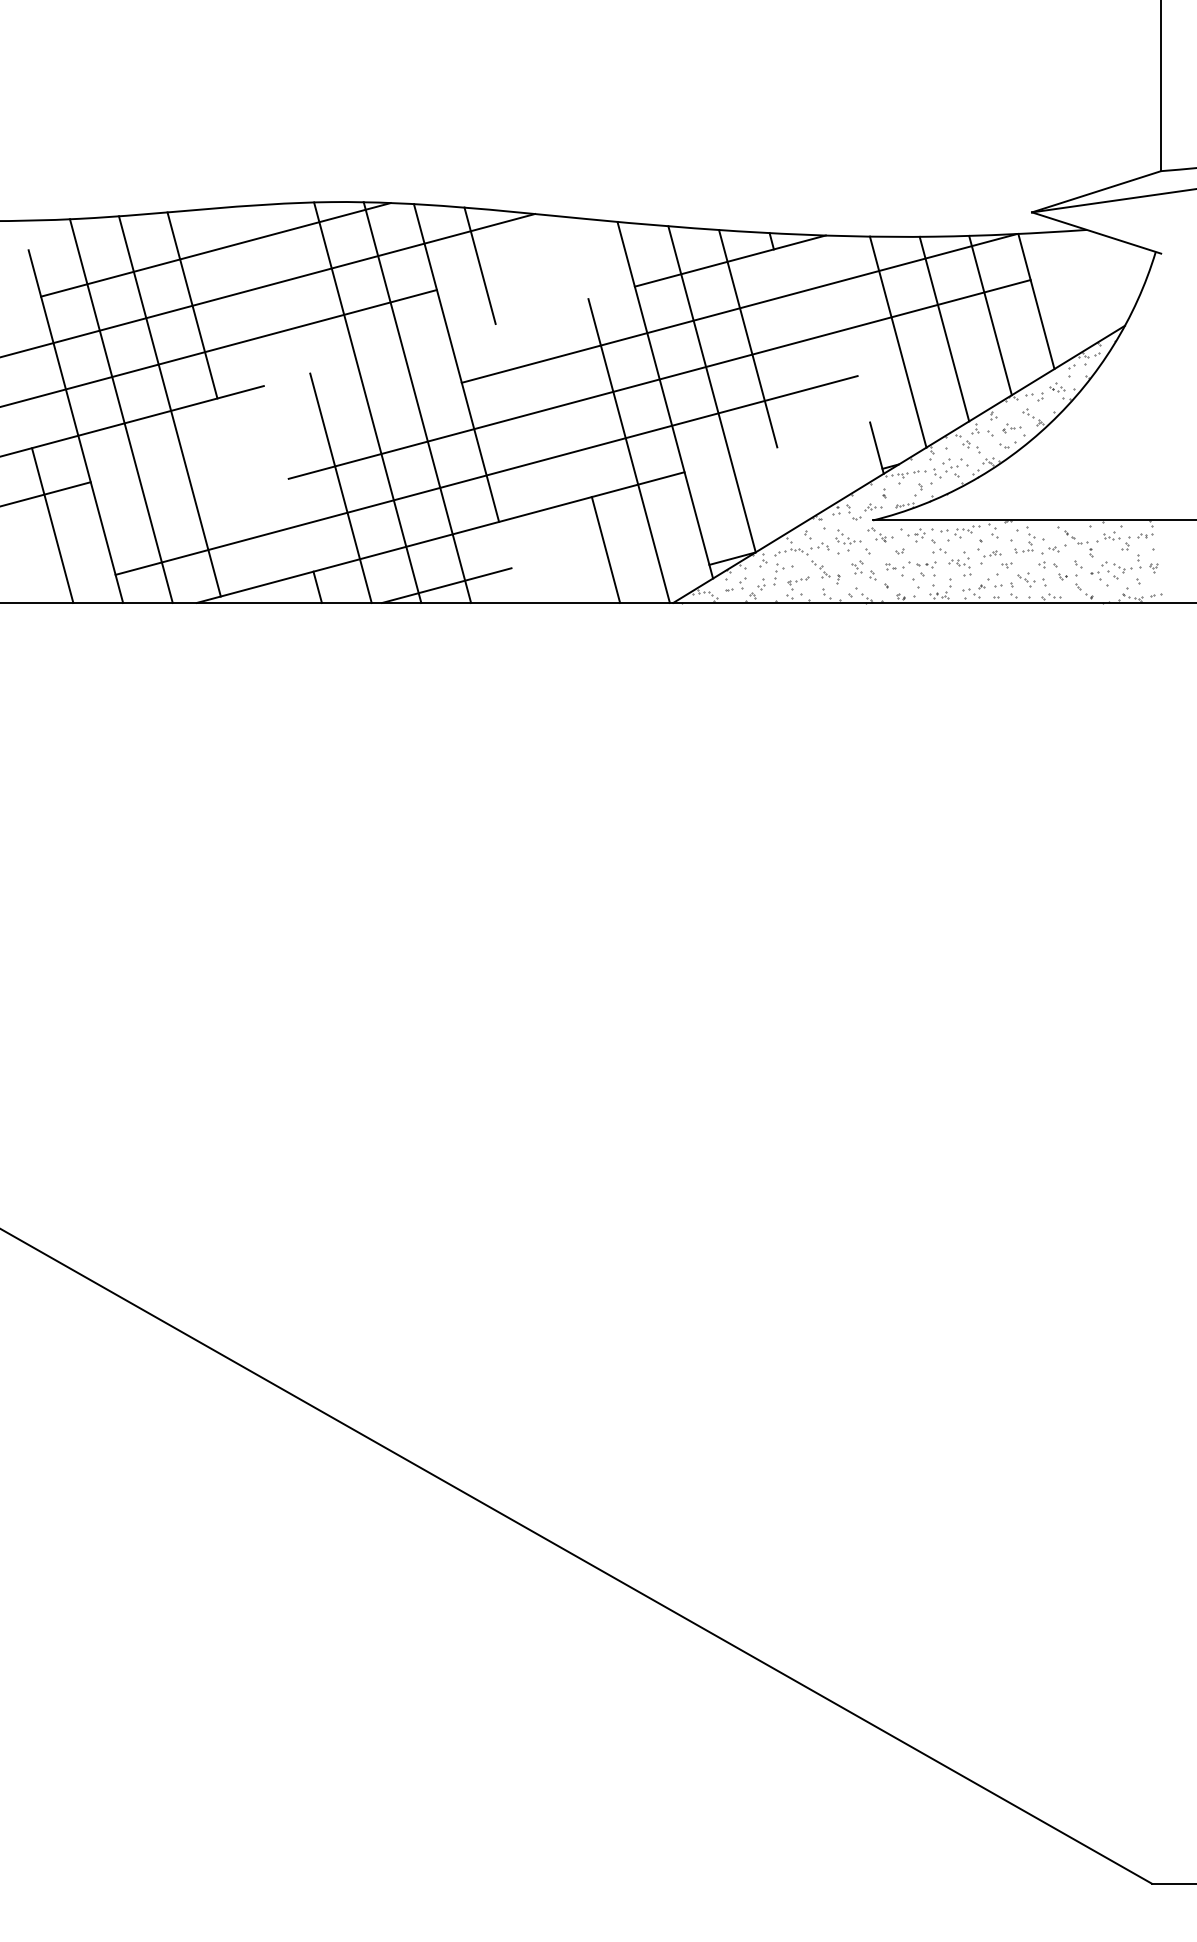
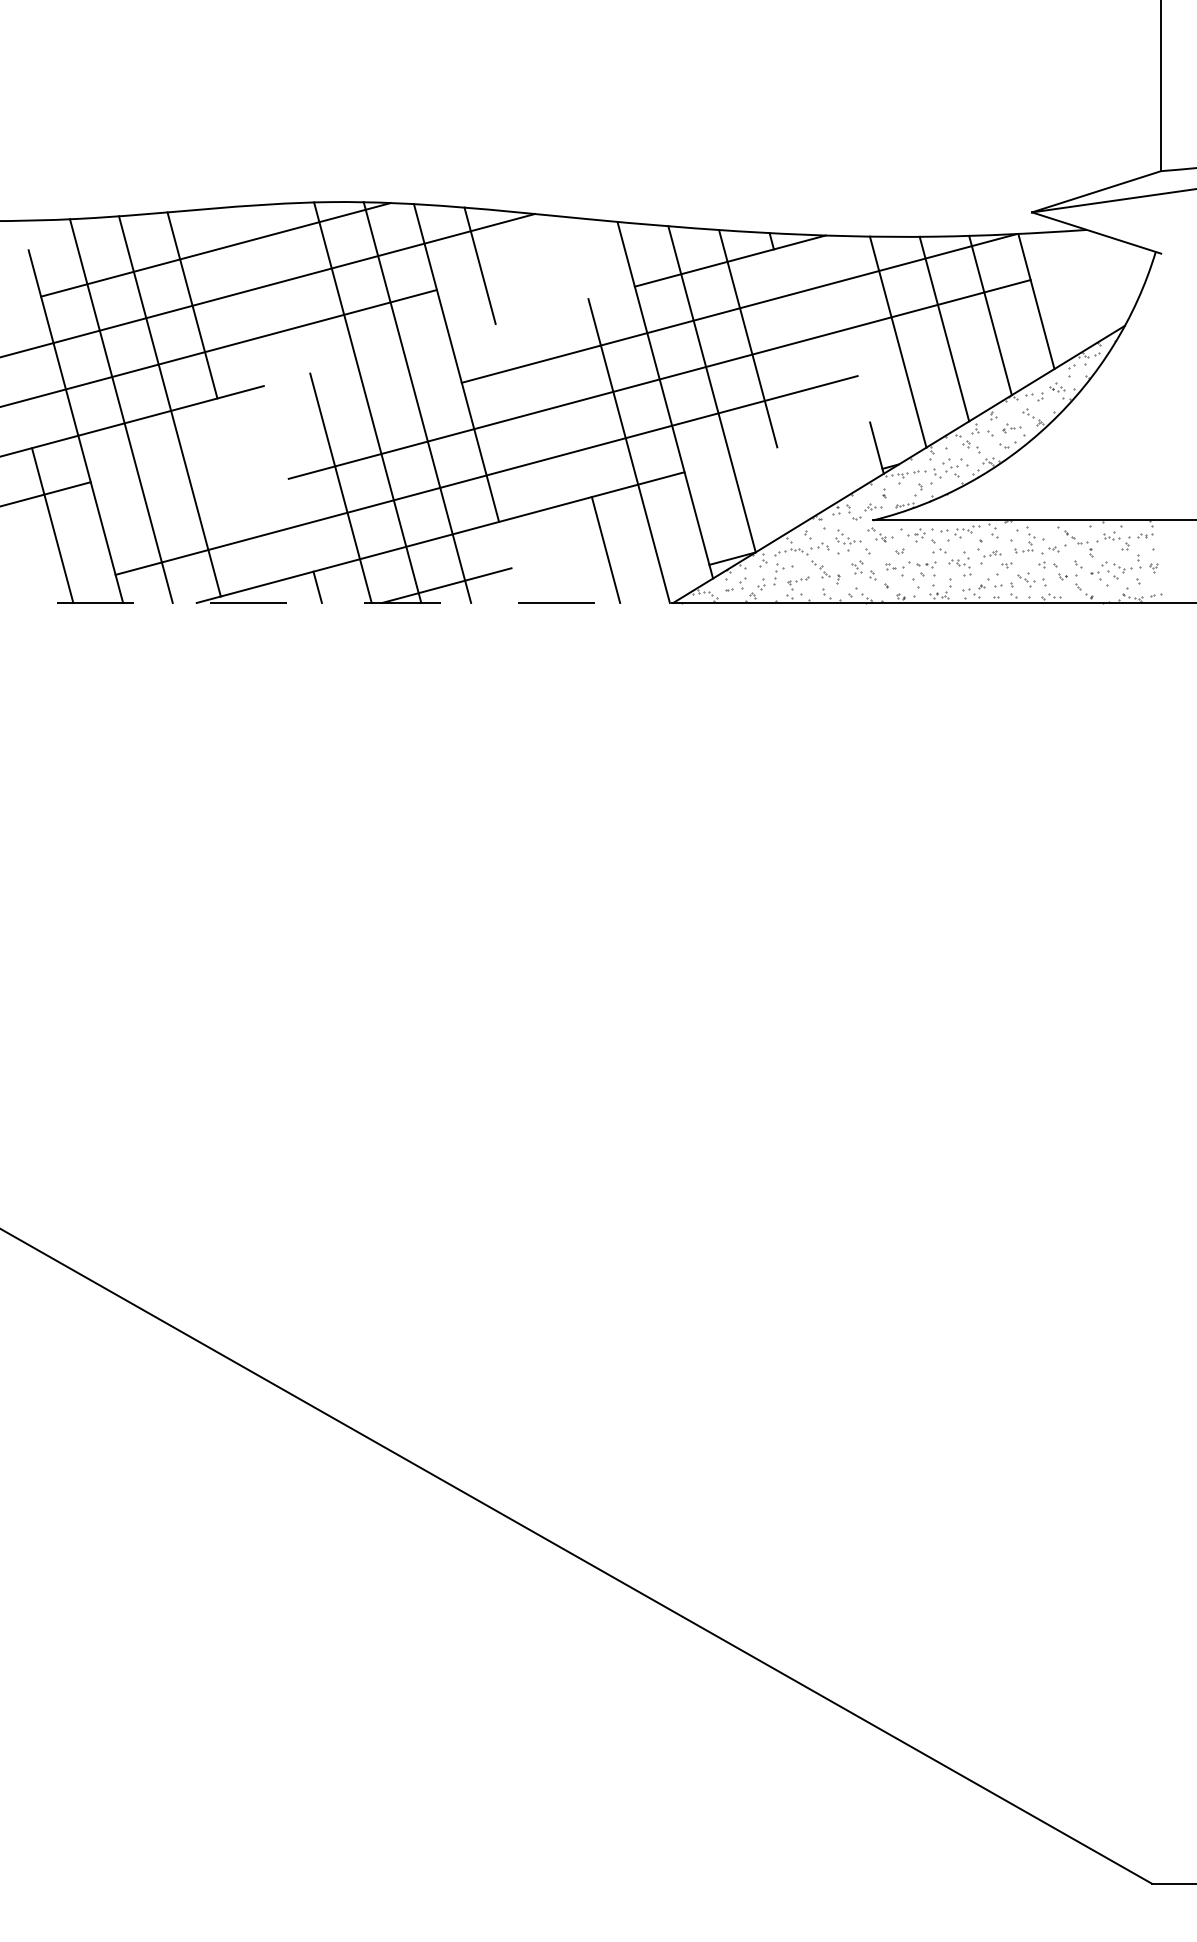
line at (336, 602): solid -> dashed
